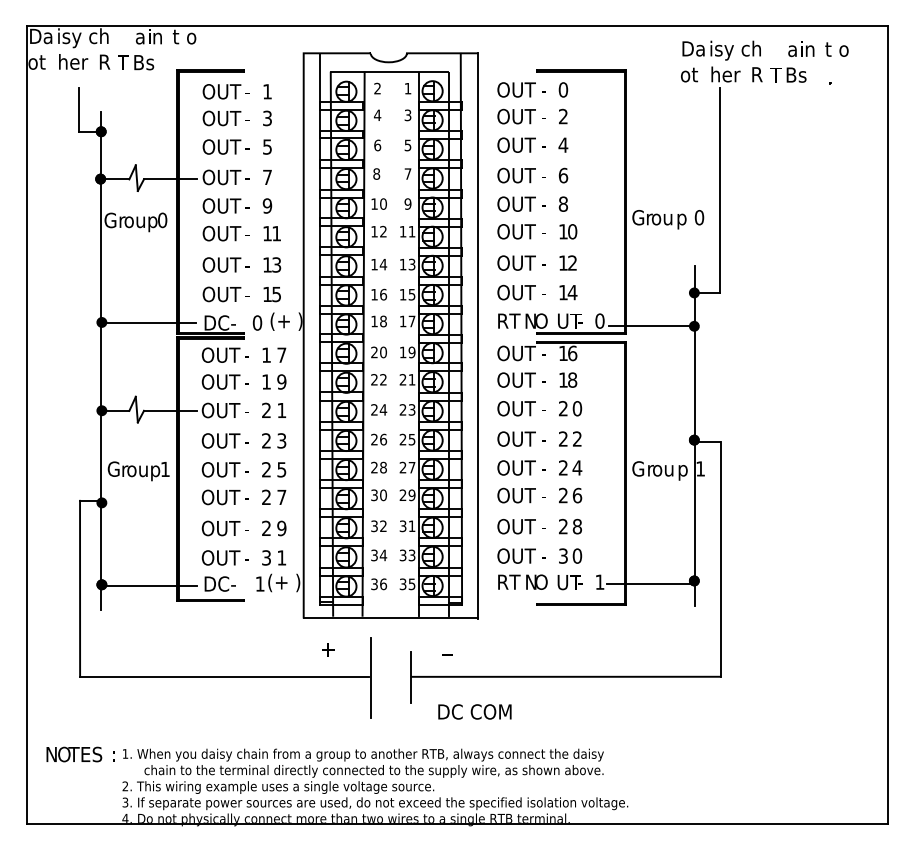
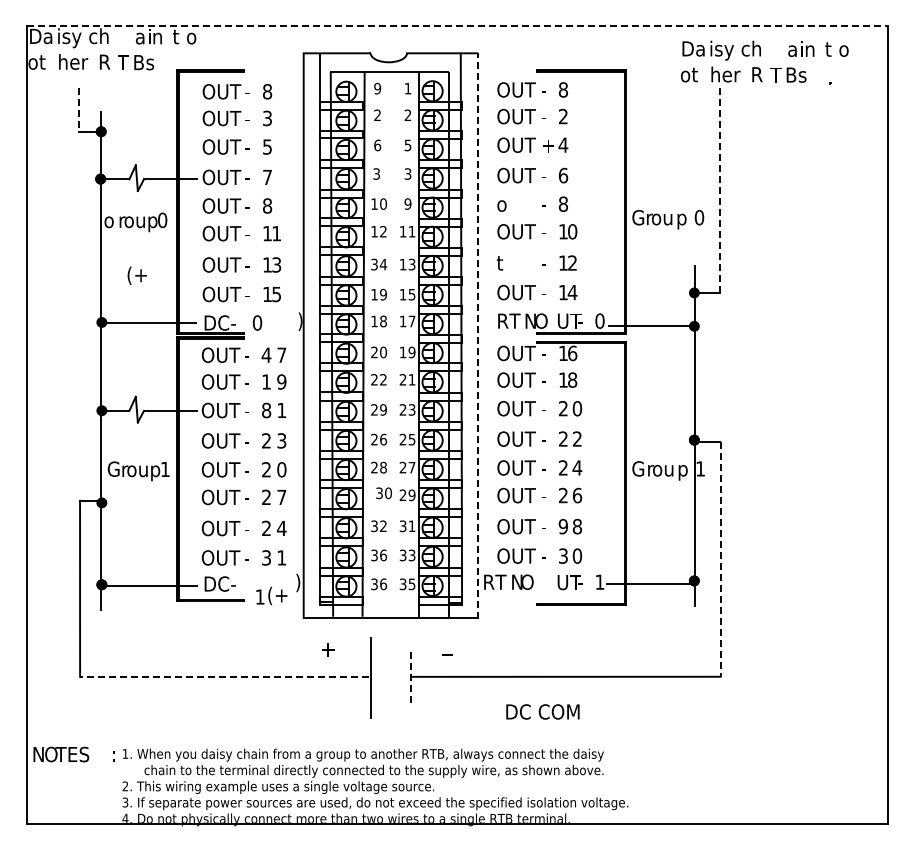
line at (458, 25): solid -> dashed
text at (377, 88): 2 -> 9
text at (563, 89): 0 -> 8
text at (267, 91): 1 -> 8
line at (79, 110): solid -> dashed
text at (377, 114): 4 -> 2
text at (407, 115): 3 -> 2
text at (547, 146): - -> +
text at (376, 173): 8 -> 3
text at (407, 173): 7 -> 3
line at (720, 190): solid -> dashed
text at (516, 203): OUT -> o
text at (267, 205): 9 -> 8
text at (110, 220): G -> o
text at (515, 262): OUT -> t
text at (374, 264): 14 -> 34
text at (383, 294): 16 -> 19
text at (279, 321) position: (279, 321) -> (136, 275)
line at (478, 335): solid -> dashed
text at (266, 354): 1 -> 4
text at (383, 409): 24 -> 29
text at (266, 410): 2 -> 8
text at (281, 469): 5 -> 0
text at (378, 495) position: (378, 495) -> (383, 493)
text at (562, 526): 2 -> 9
text at (281, 528): 9 -> 4
text at (382, 555): 34 -> 36
line at (720, 559): solid -> dashed
text at (522, 581) position: (522, 581) -> (508, 581)
text at (271, 582) position: (271, 582) -> (271, 595)
line at (223, 676): solid -> dashed
line at (411, 677): solid -> dashed
text at (474, 711) position: (474, 711) -> (542, 711)
text at (74, 754) position: (74, 754) -> (61, 754)
